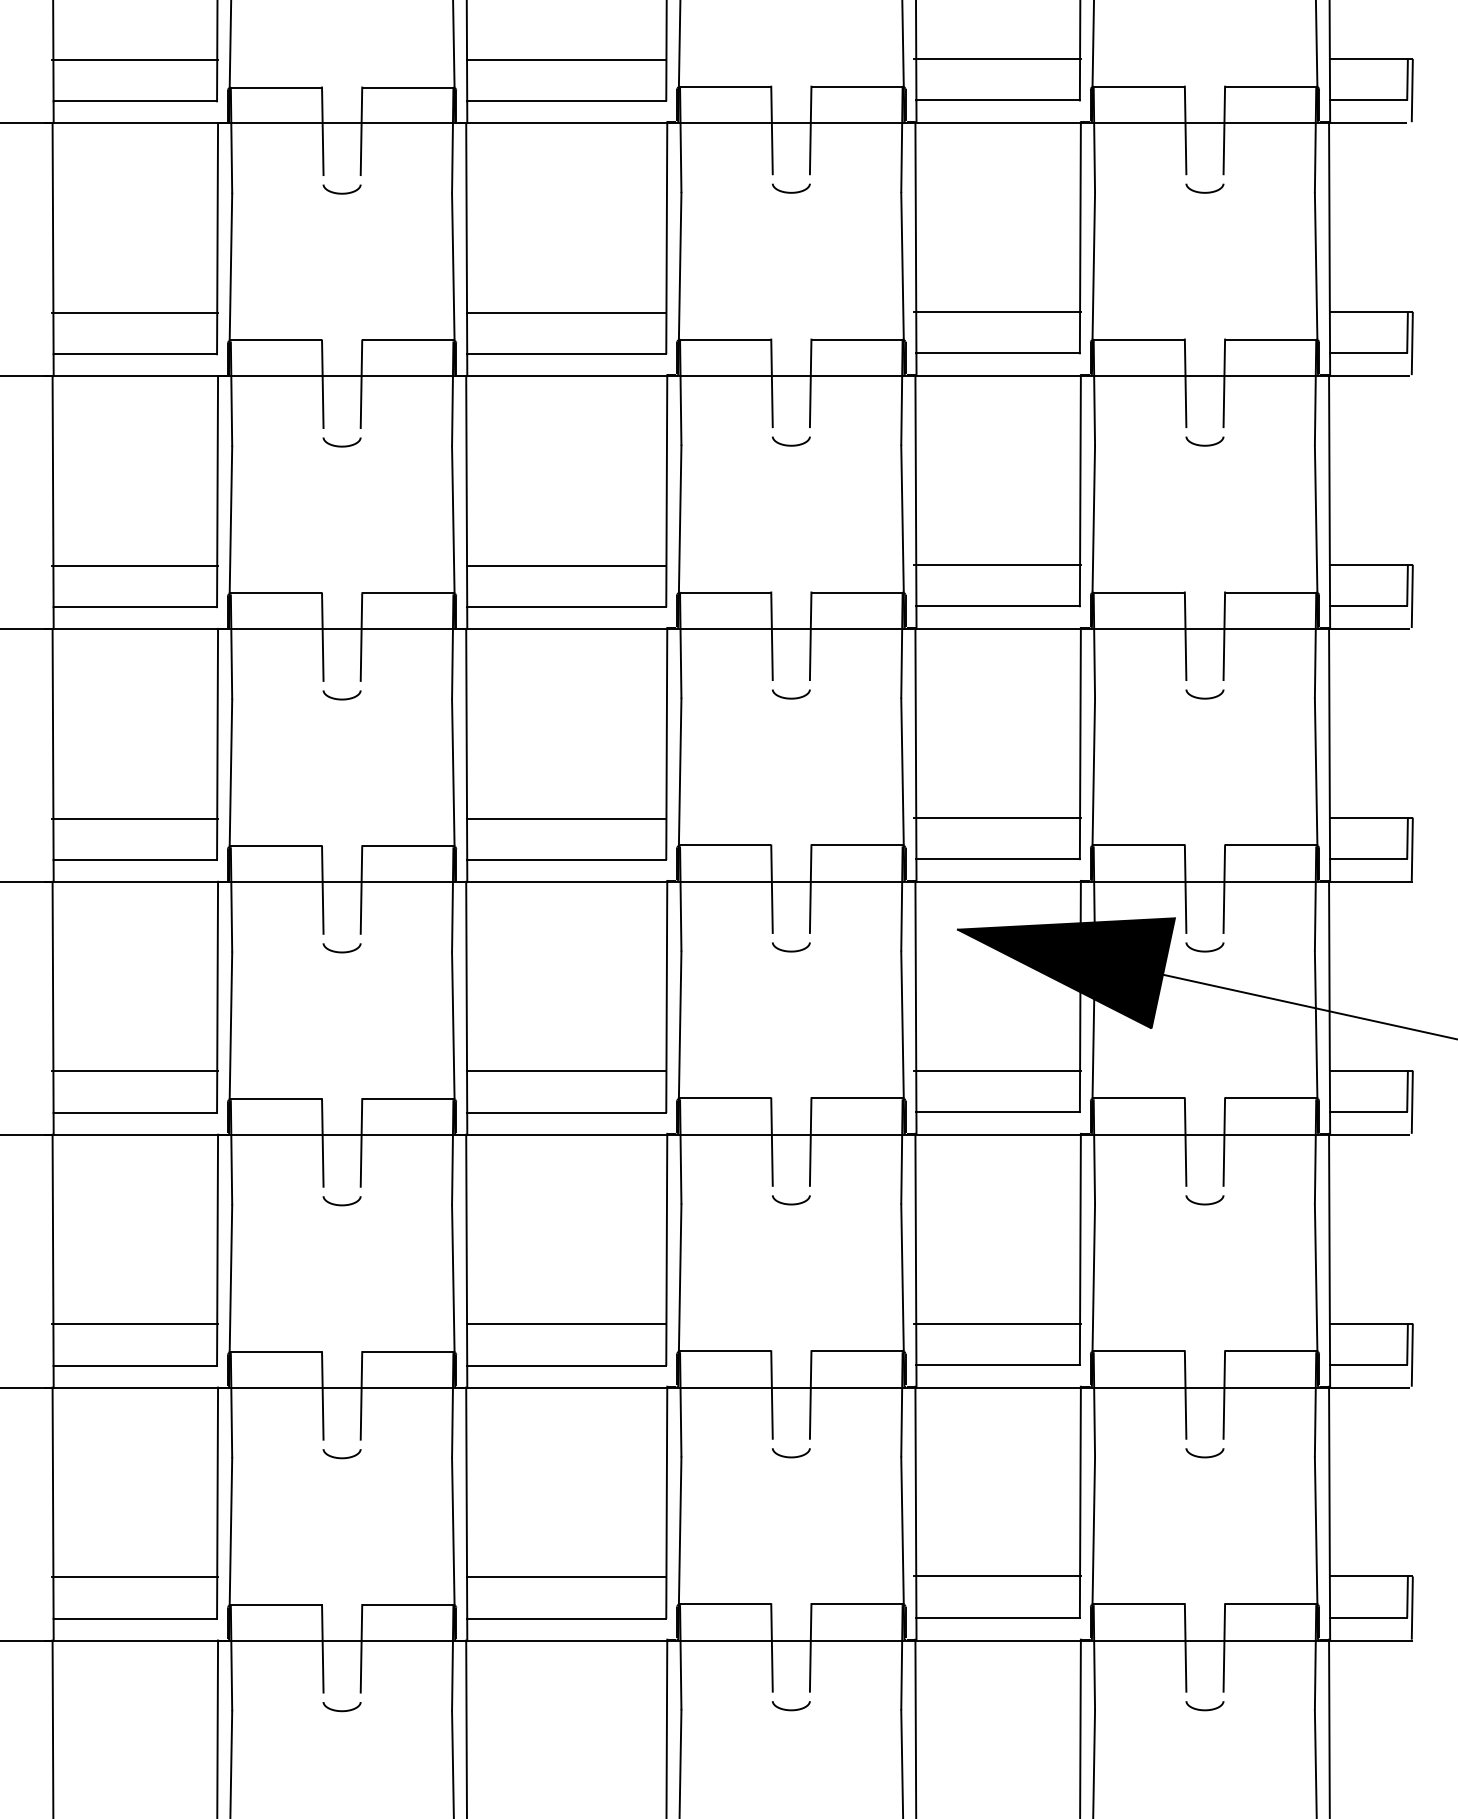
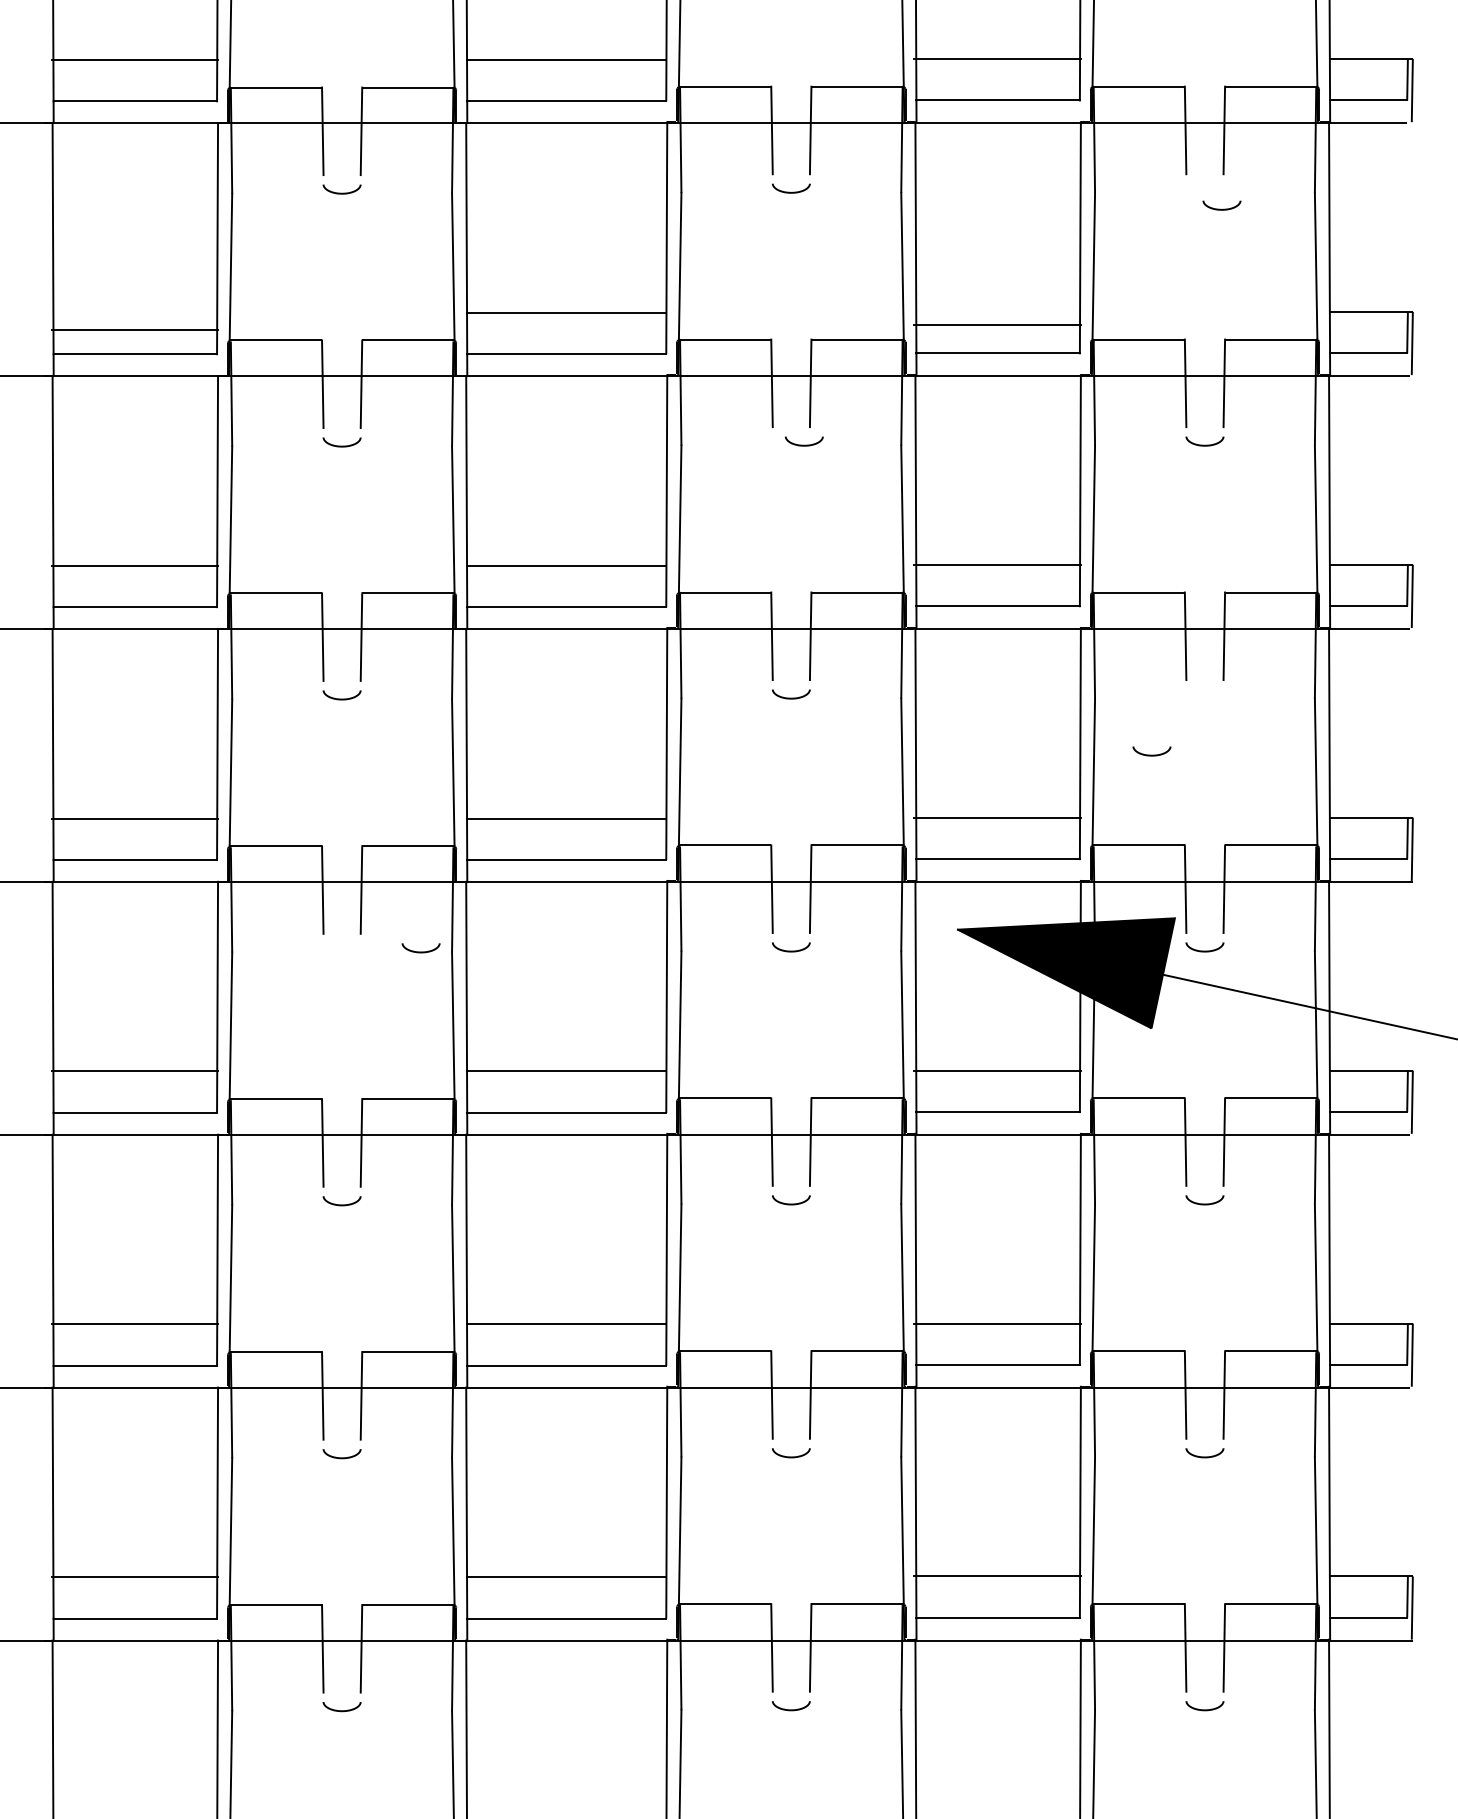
curve at (1203, 191) position: (1203, 191) -> (1220, 208)
line at (997, 311) position: (997, 311) -> (997, 324)
line at (134, 312) position: (134, 312) -> (134, 329)
curve at (791, 444) position: (791, 444) -> (804, 444)
curve at (1204, 697) position: (1204, 697) -> (1151, 754)
curve at (341, 951) position: (341, 951) -> (420, 951)
